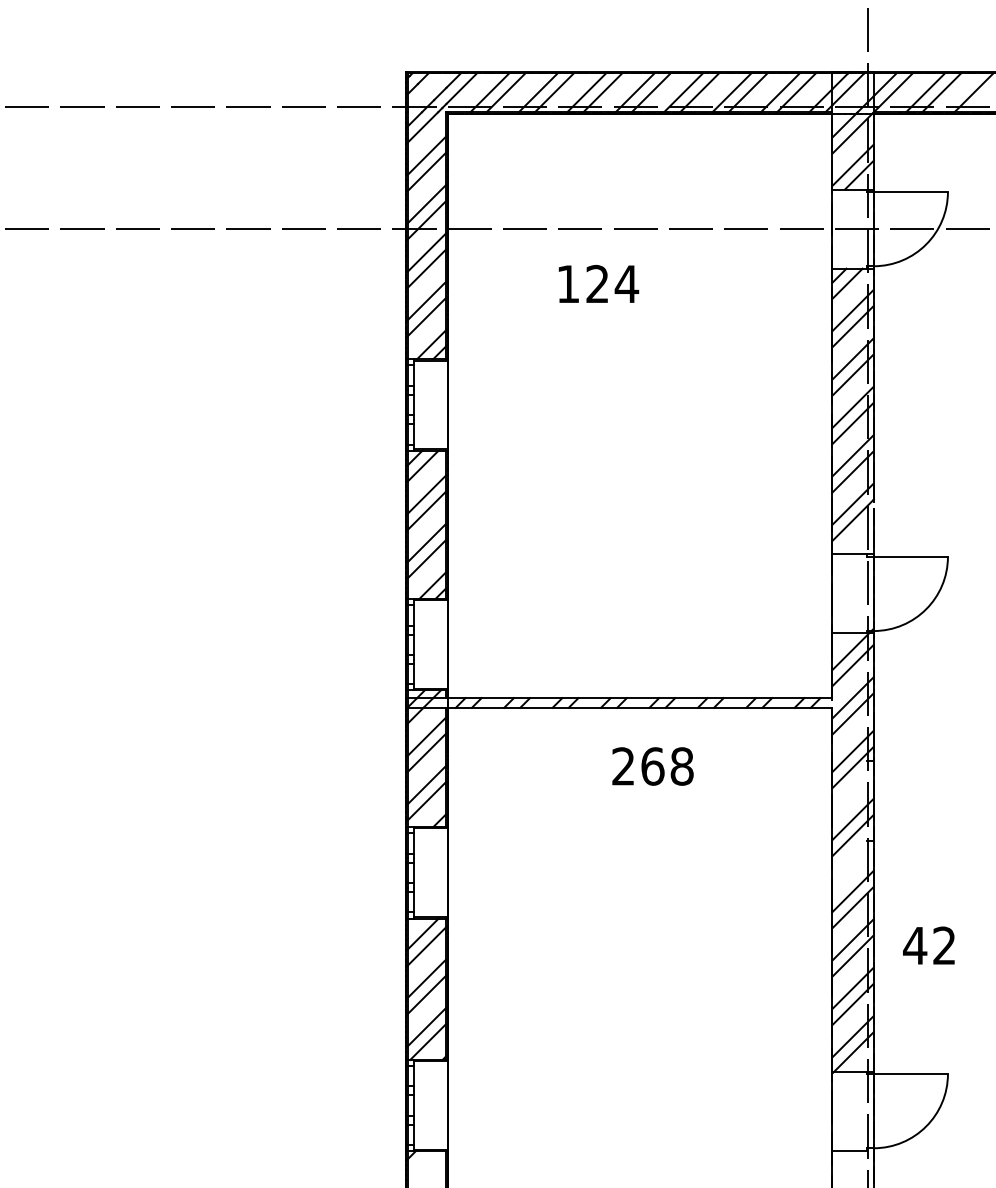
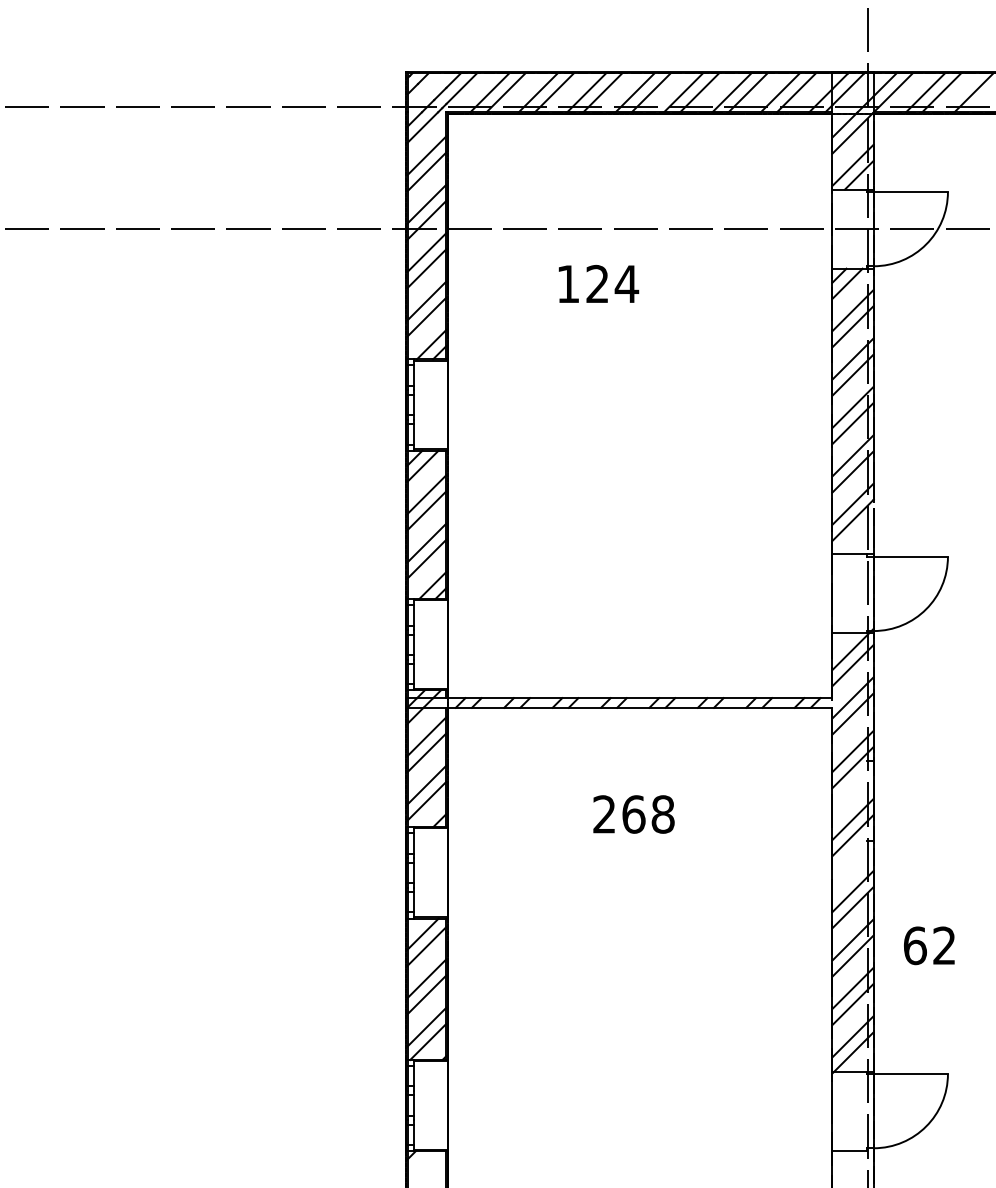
text at (652, 766) position: (652, 766) -> (633, 814)
text at (915, 945): 42 -> 62
